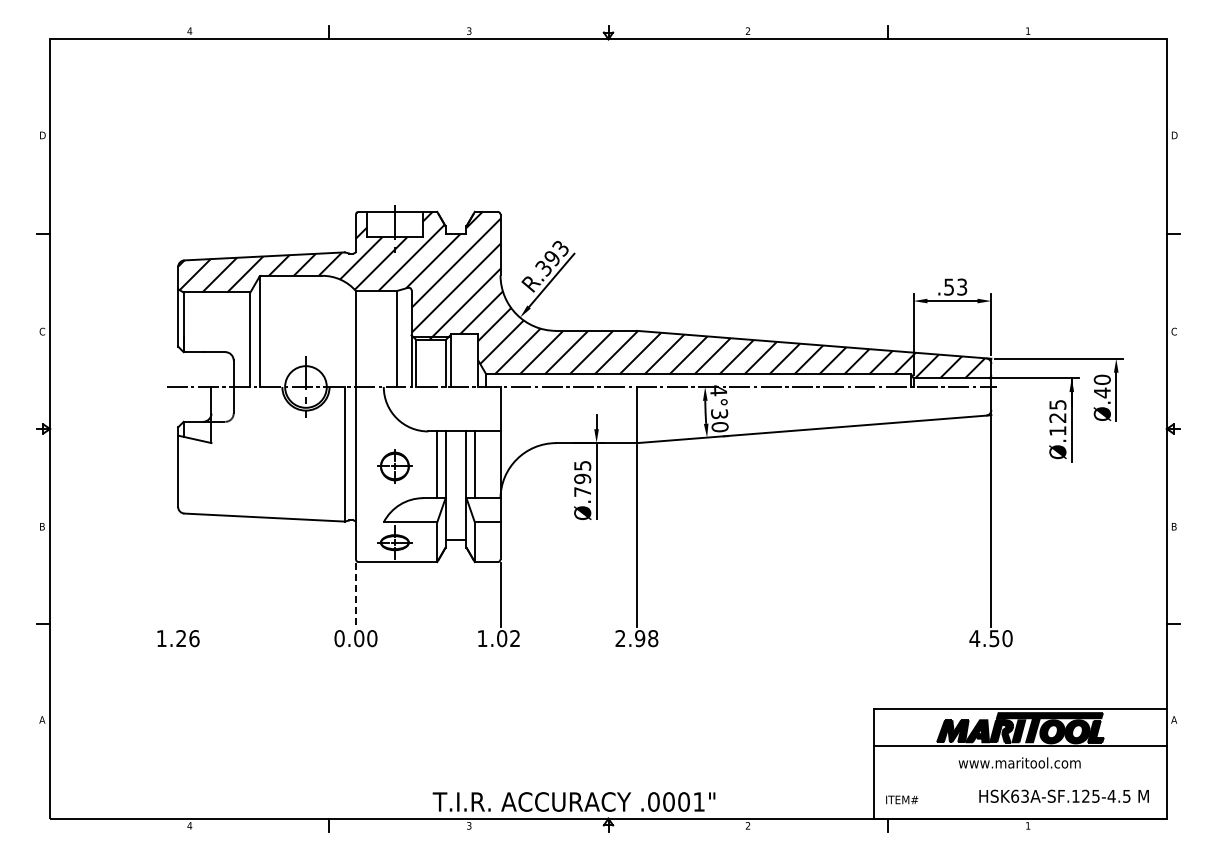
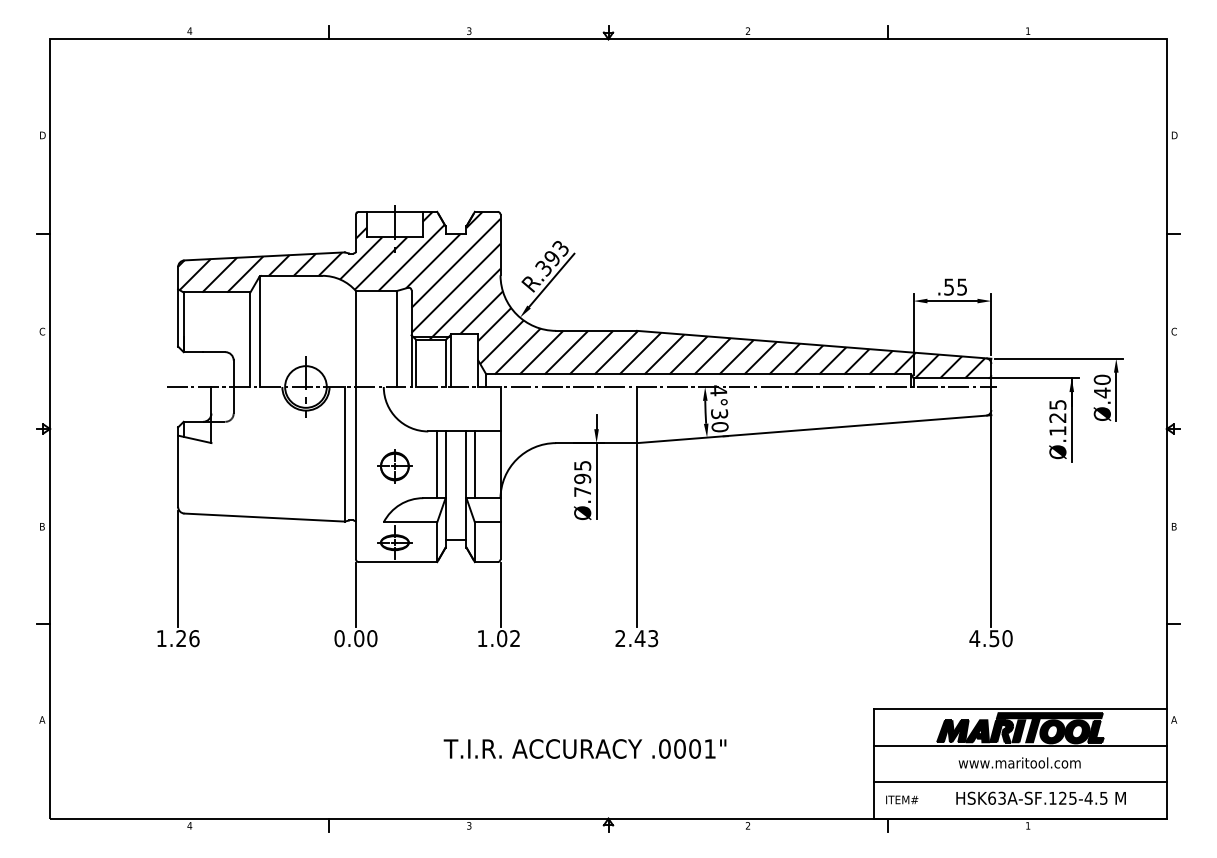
text at (962, 286): .53 -> .55
line at (178, 568): none -> present
line at (356, 595): dashed -> solid
text at (646, 638): 2.98 -> 2.43
line at (1020, 782): none -> present
text at (1063, 795) position: (1063, 795) -> (1040, 797)
text at (573, 801) position: (573, 801) -> (584, 748)
